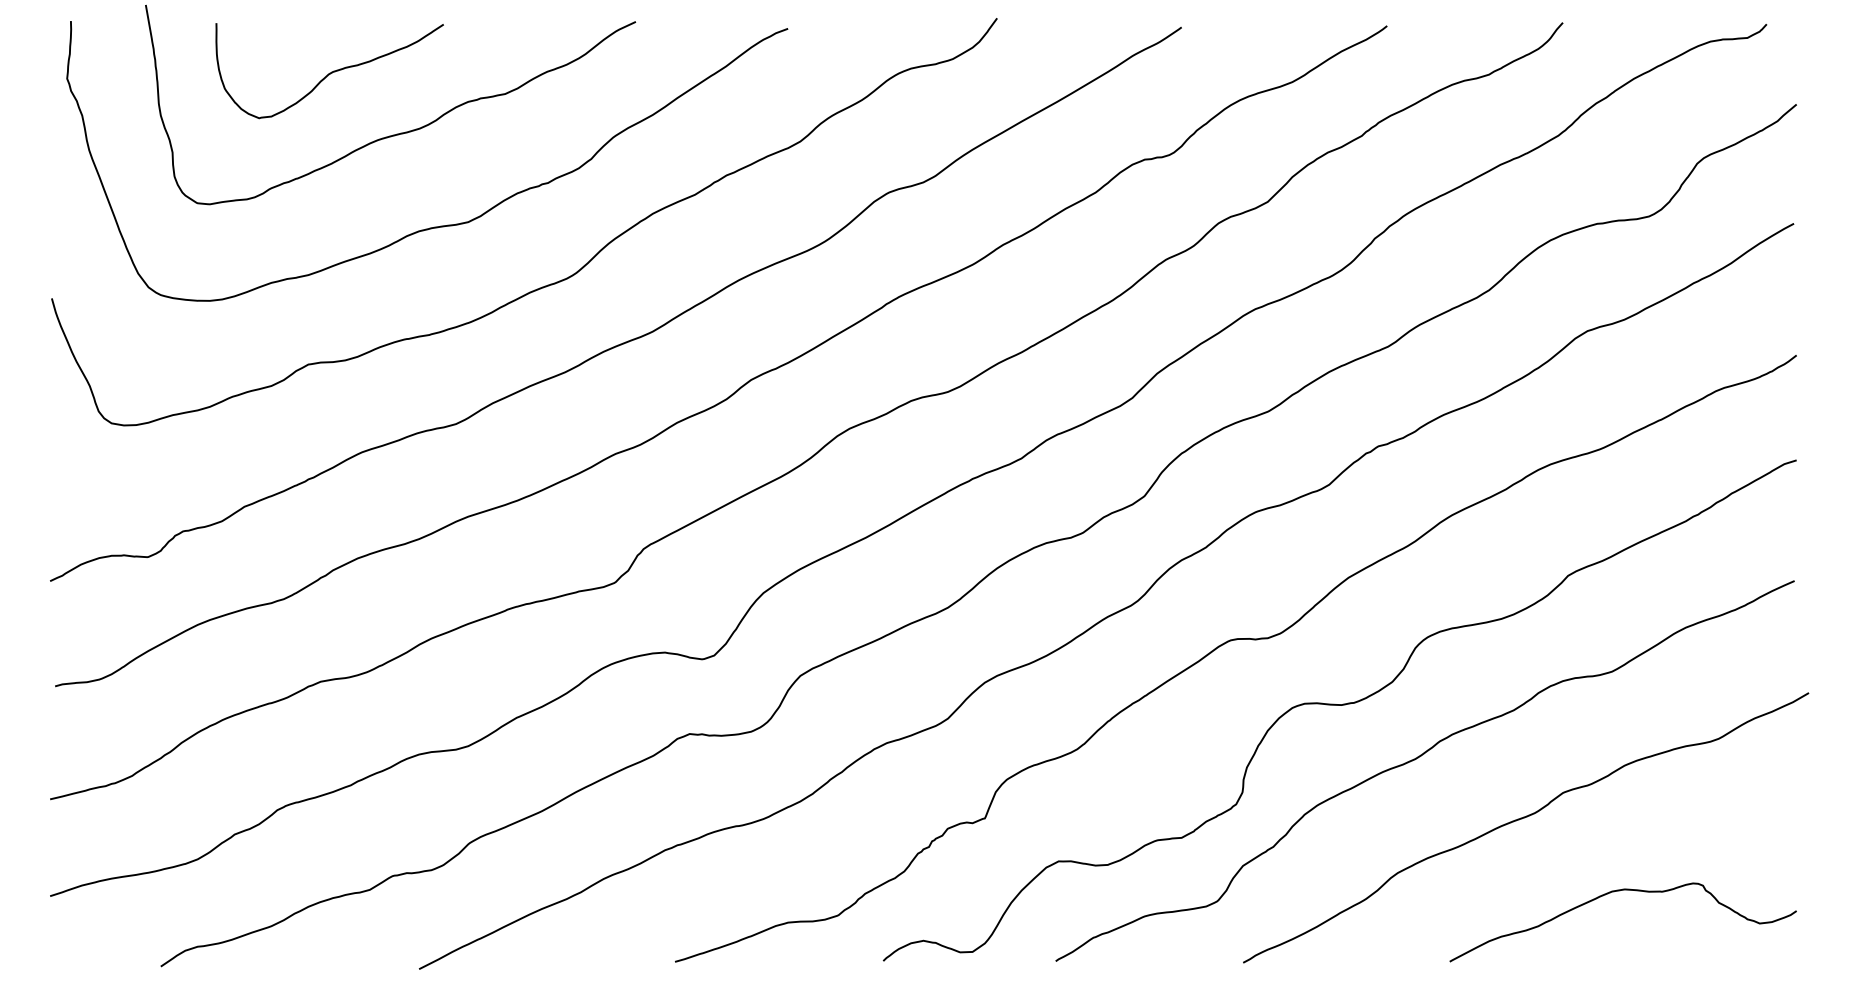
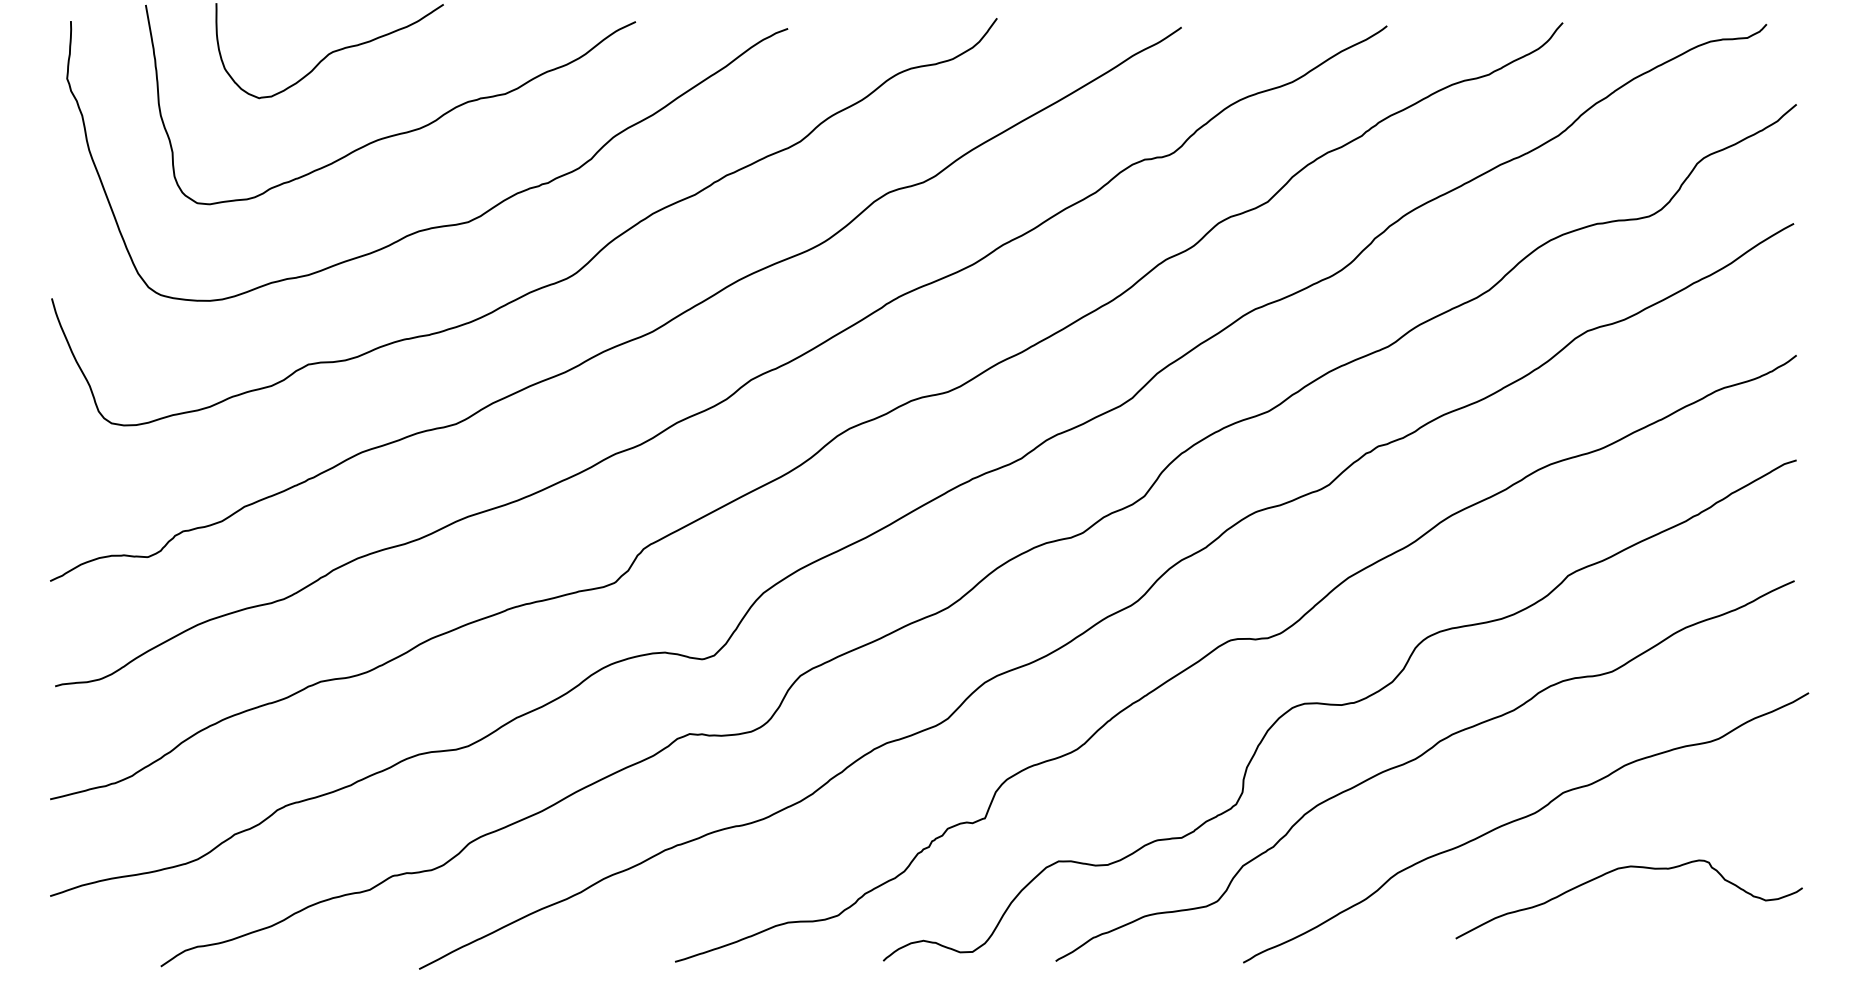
curve at (329, 72) position: (329, 72) -> (329, 52)
curve at (1614, 892) position: (1614, 892) -> (1620, 869)
